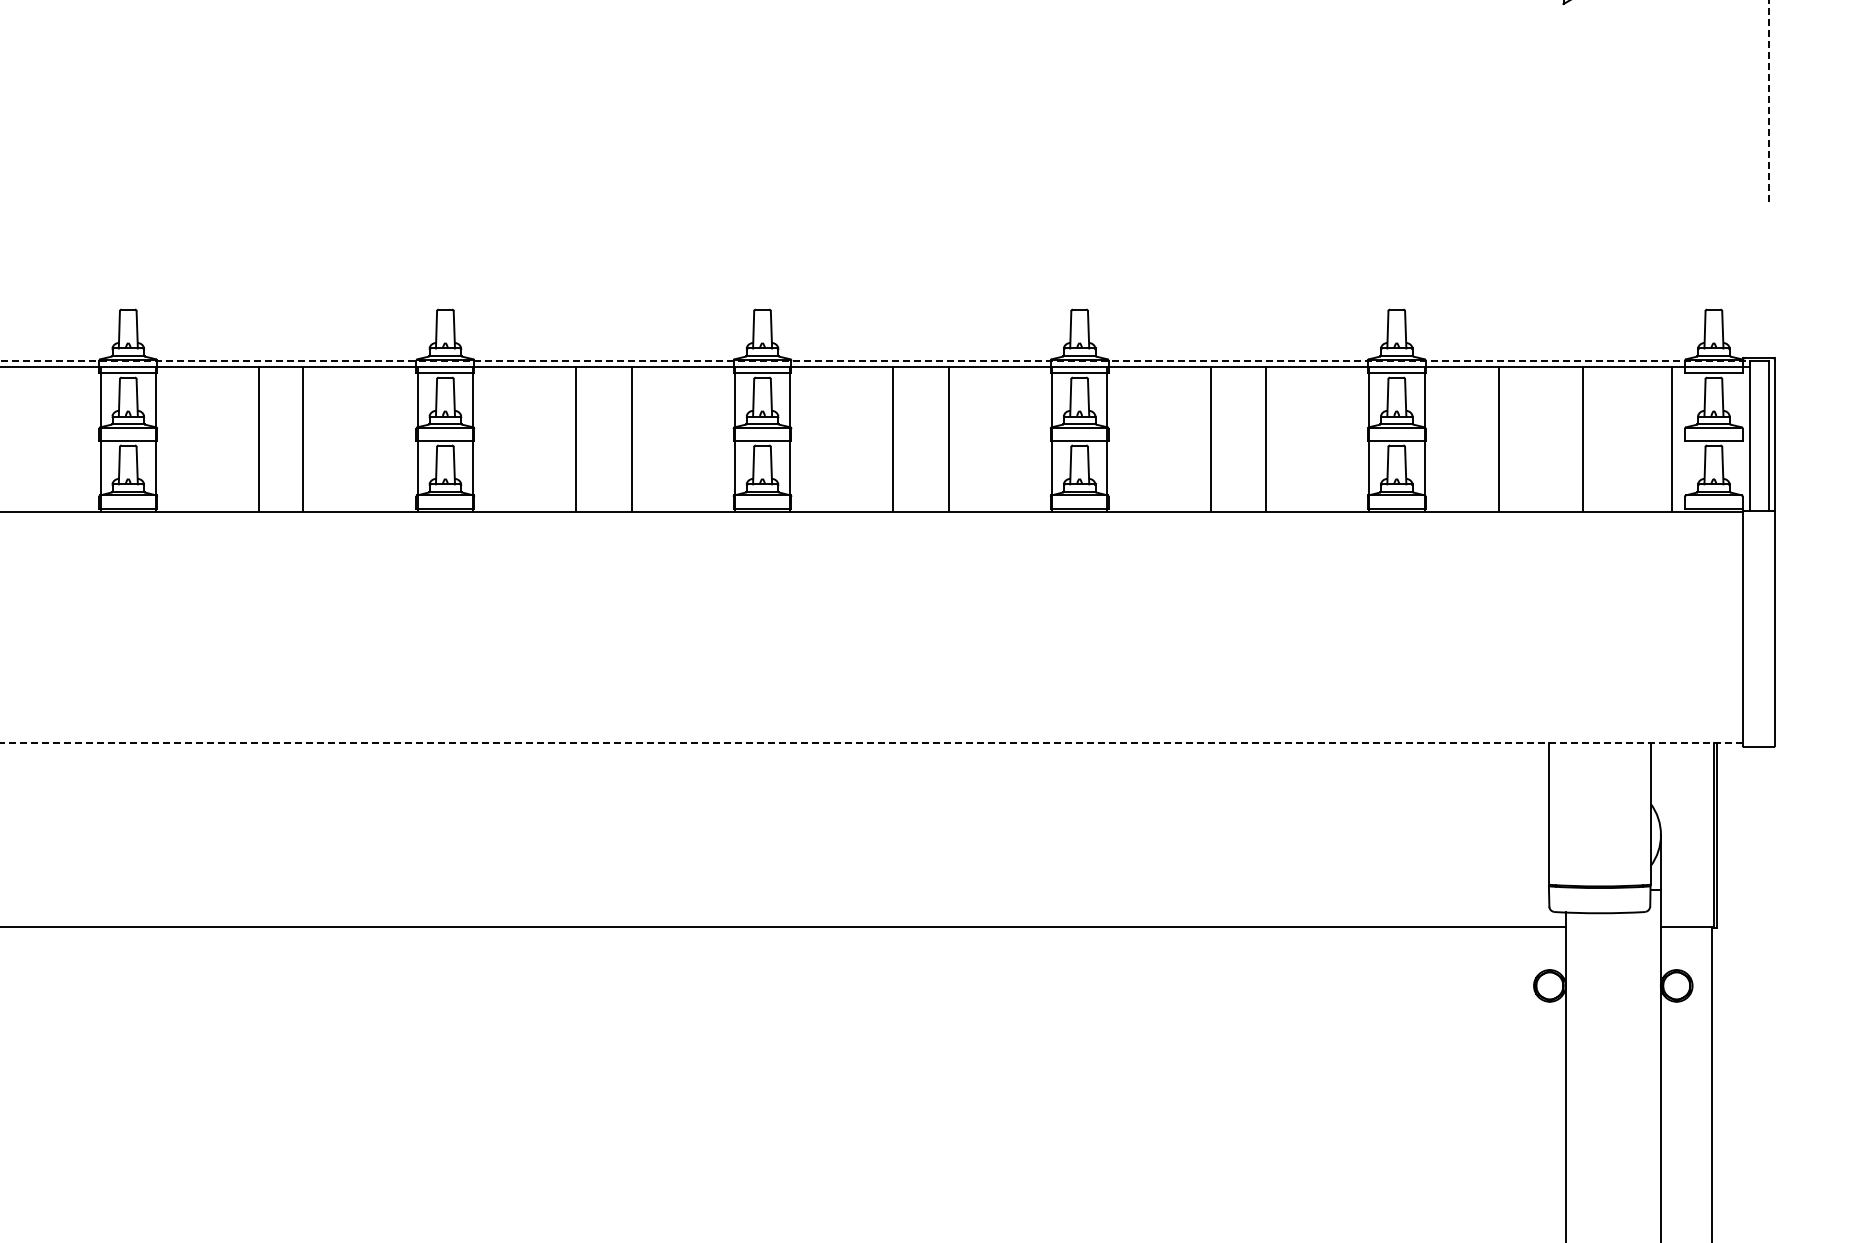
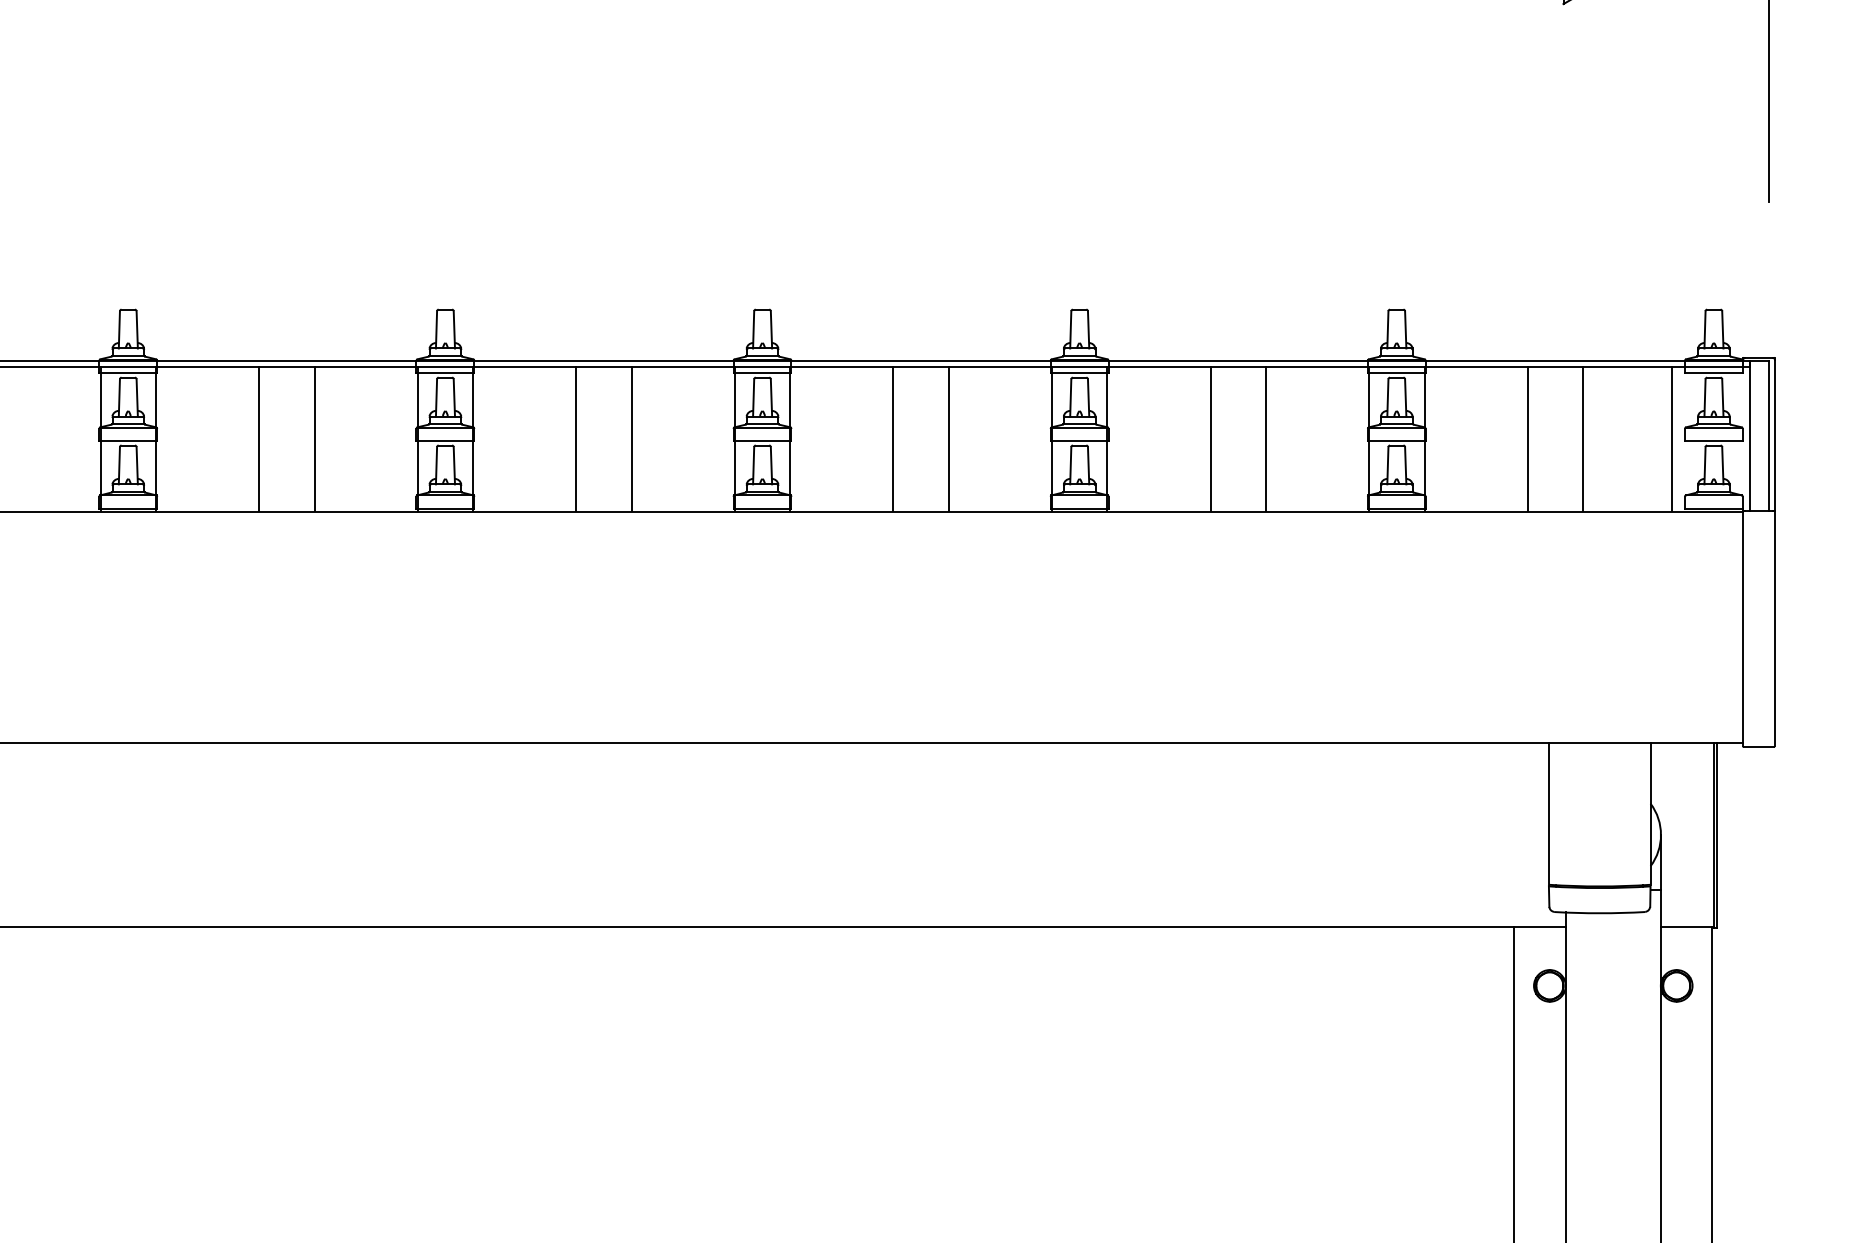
line at (1769, 101): dashed -> solid
line at (875, 360): dashed -> solid
line at (302, 438) position: (302, 438) -> (314, 438)
line at (1498, 438) position: (1498, 438) -> (1527, 438)
line at (871, 742): dashed -> solid
line at (1514, 1083): none -> present
